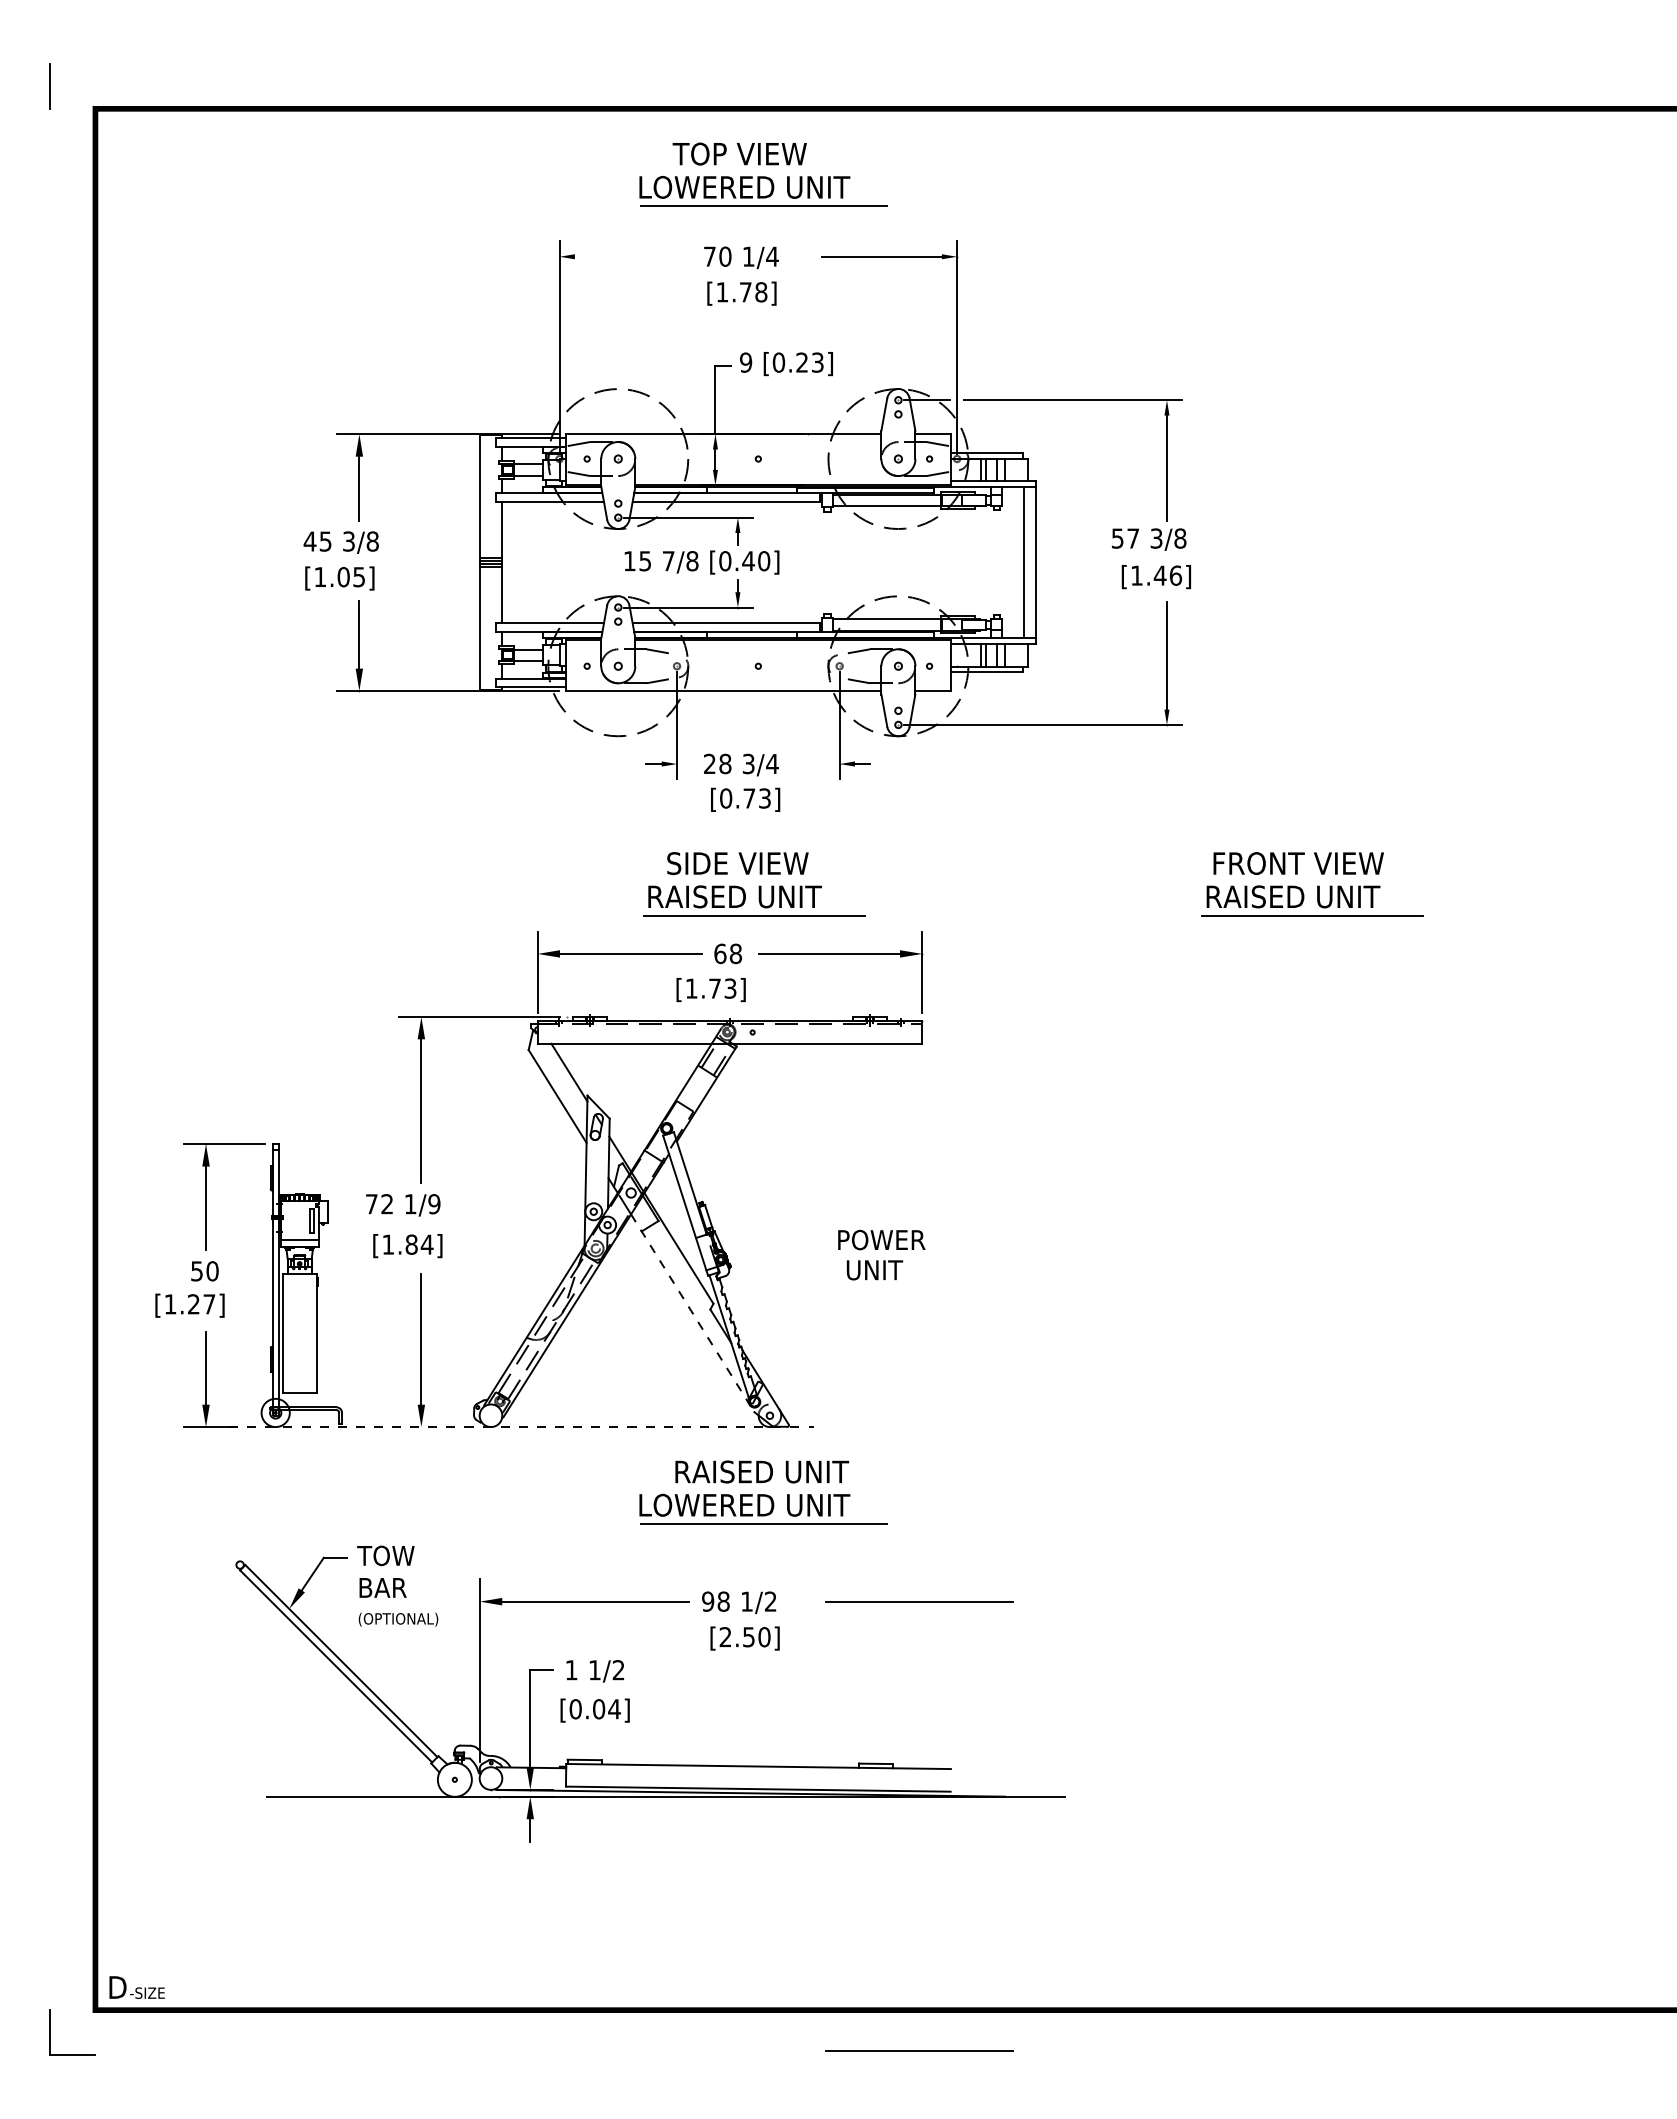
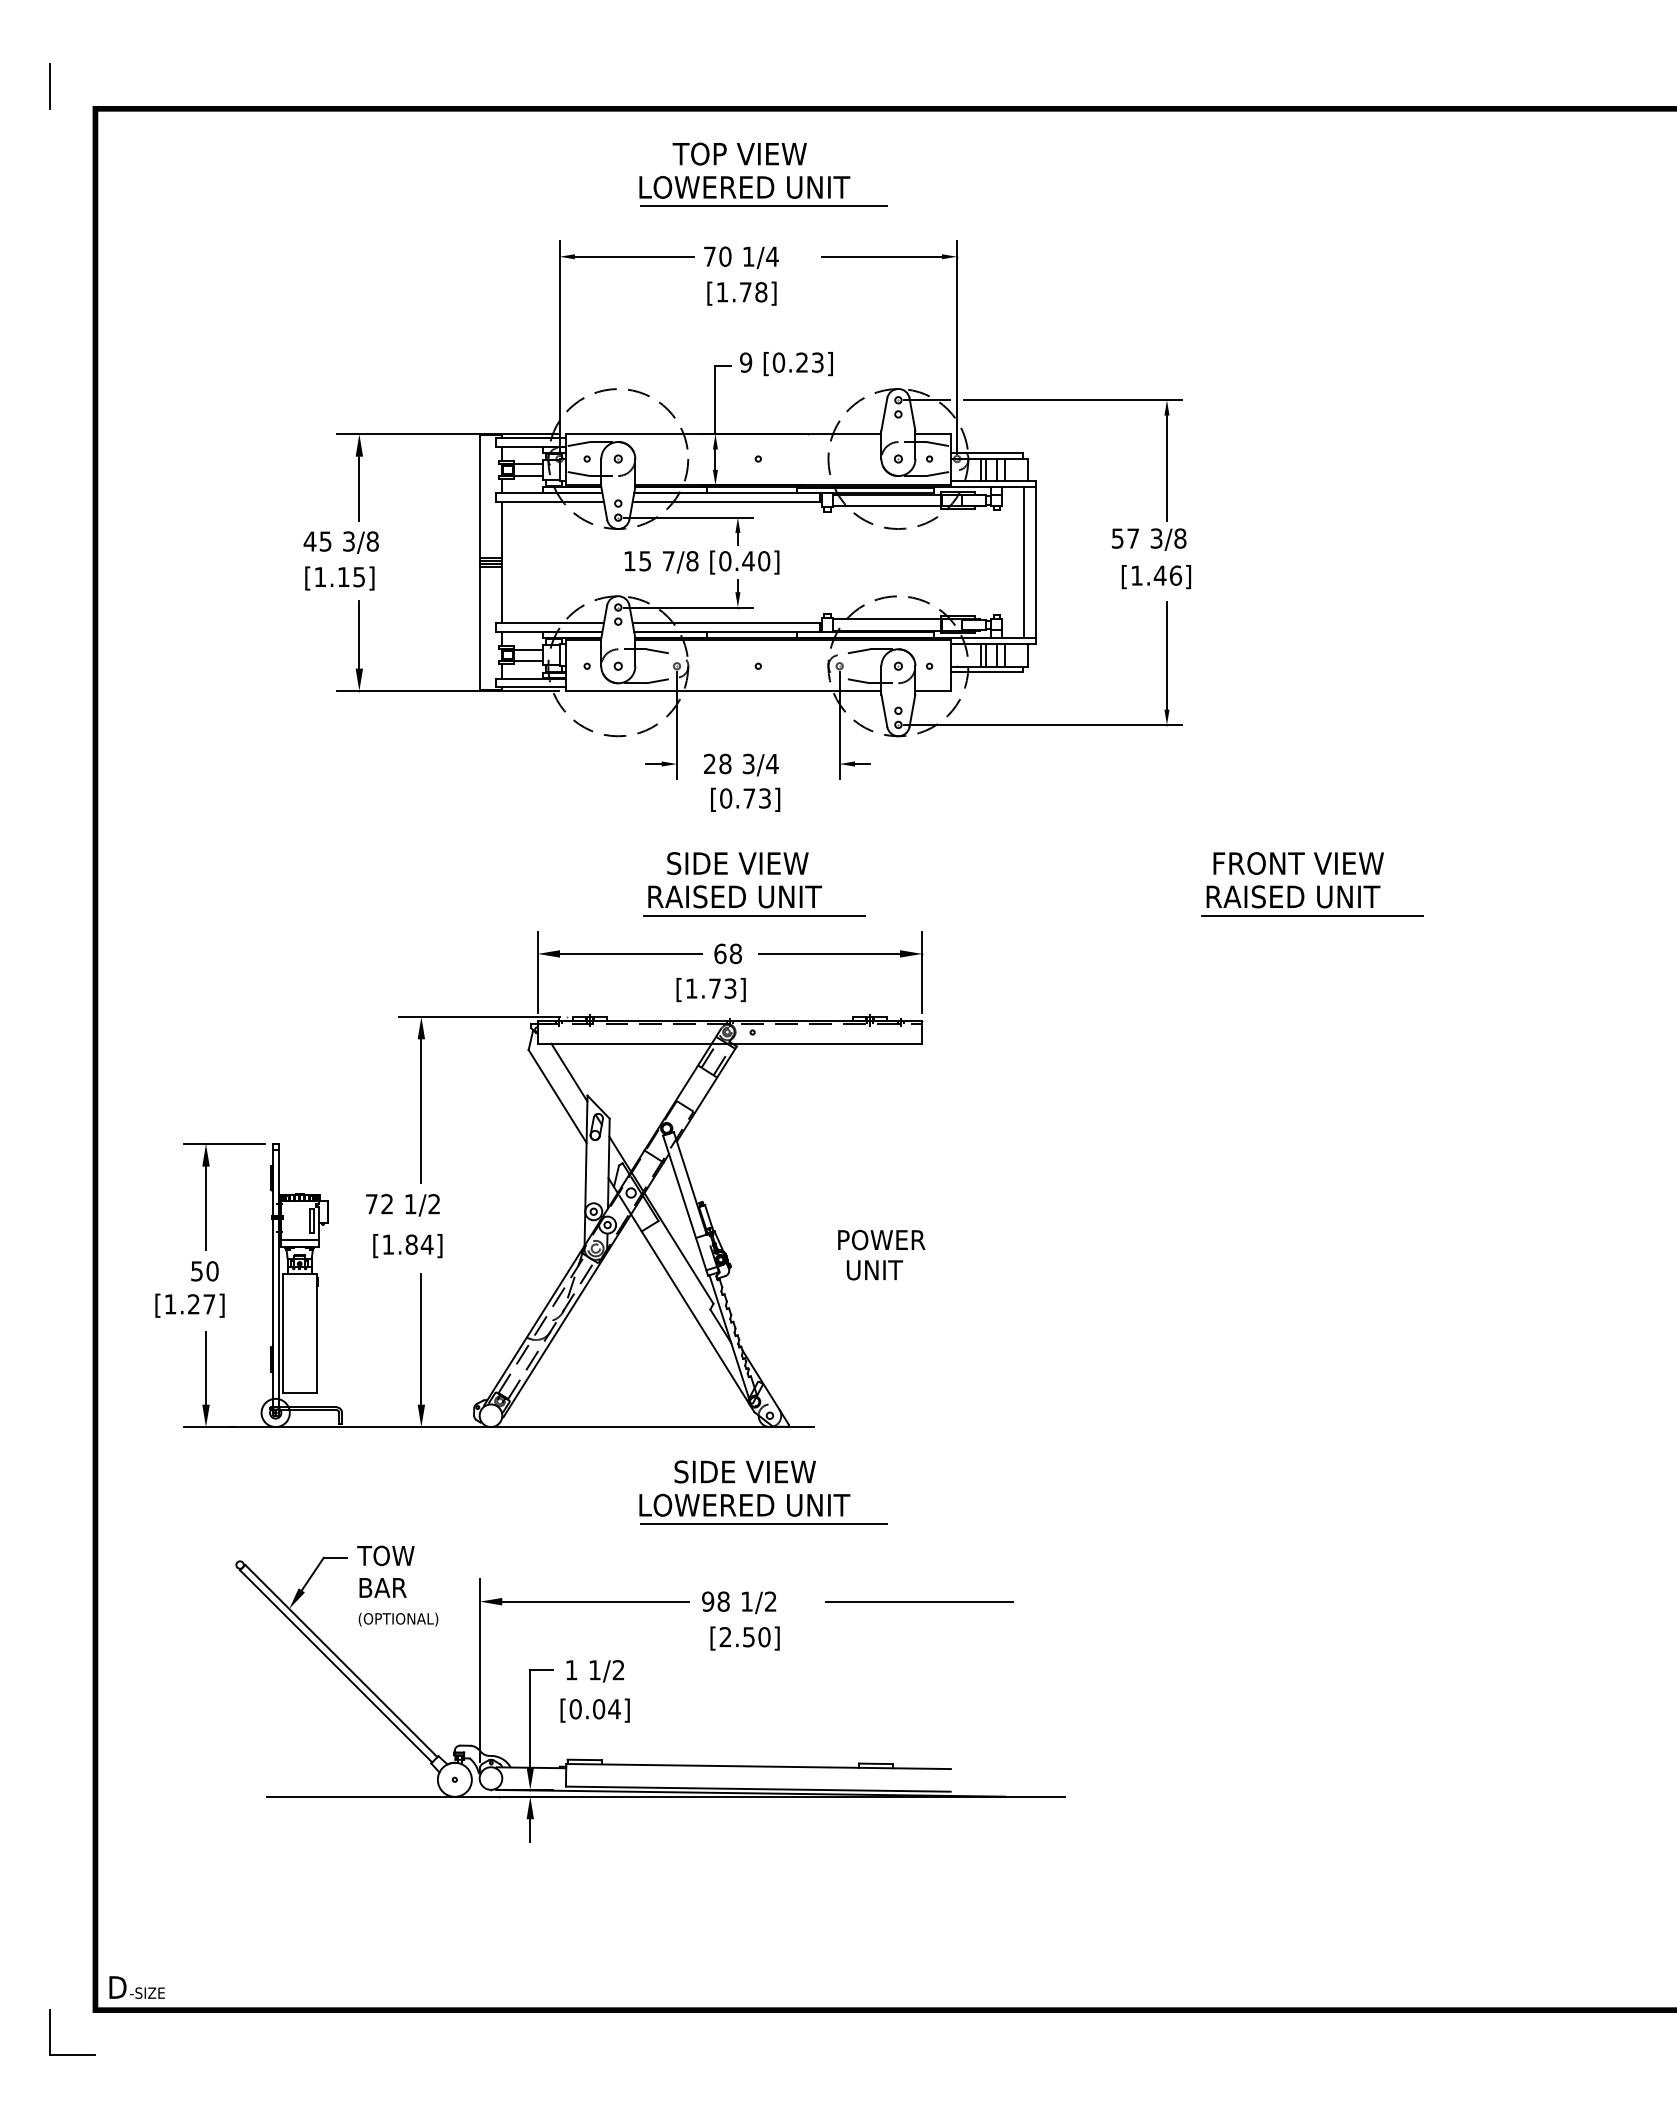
line at (634, 256): none -> present
text at (343, 577): [1.05] -> [1.15]
text at (434, 1204): 1/9 -> 1/2
line at (692, 1313): dashed -> solid
line at (521, 1427): dashed -> solid
text at (761, 1471): RAISED UNIT -> SIDE VIEW
line at (919, 2050): present -> none
